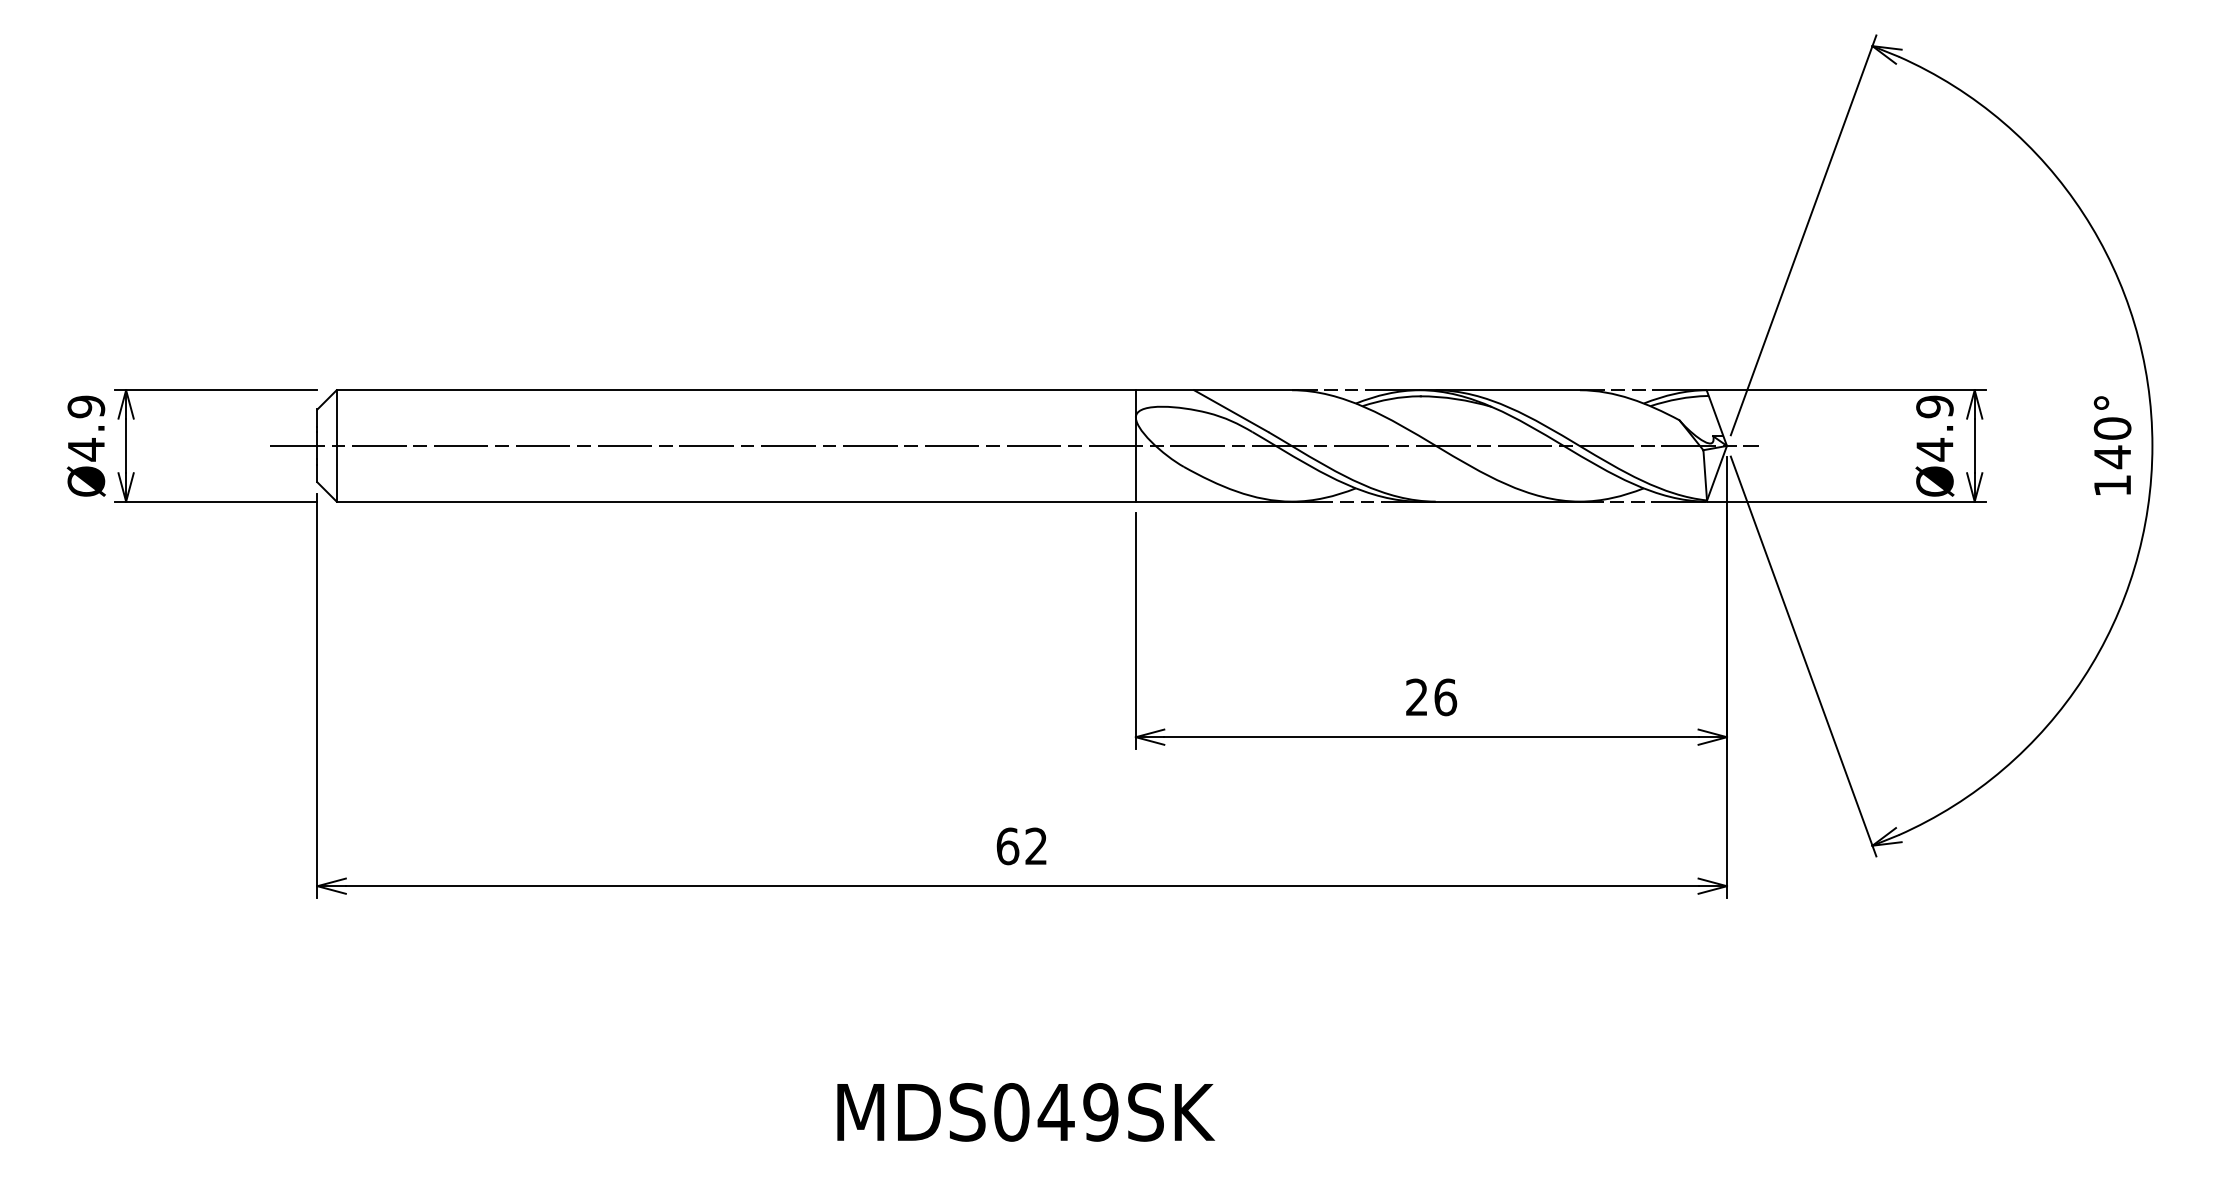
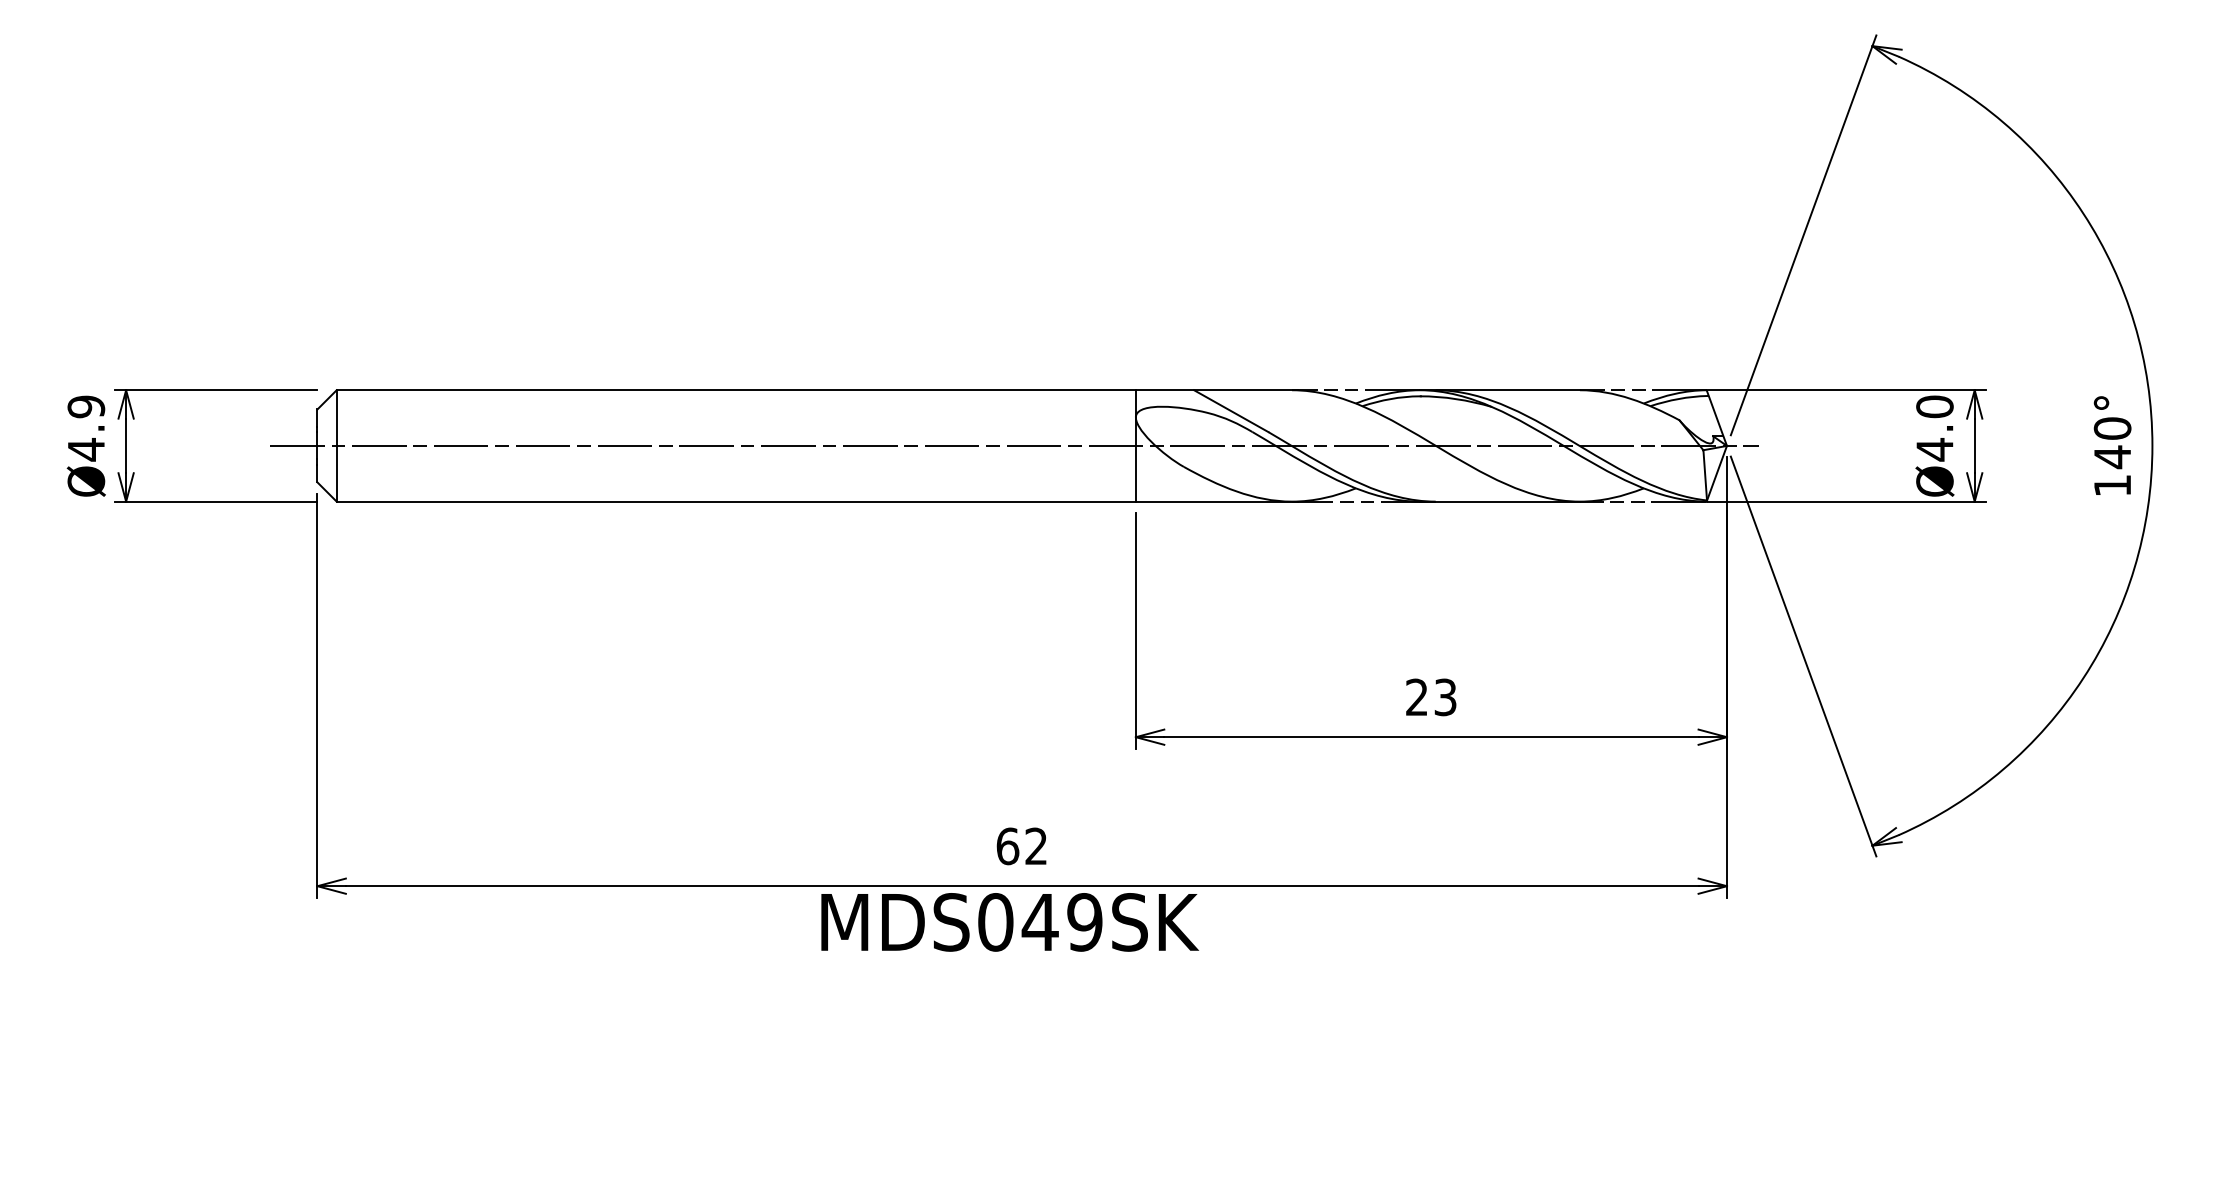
text at (1934, 406): Ø4.9 -> Ø4.0
text at (1445, 697): 26 -> 23
text at (1025, 1112) position: (1025, 1112) -> (1009, 922)
